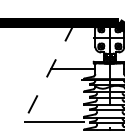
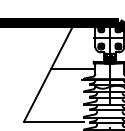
line at (48, 73): dashed -> solid
